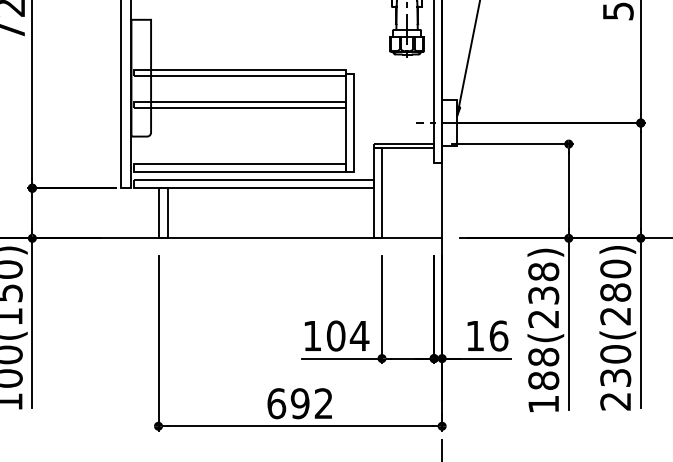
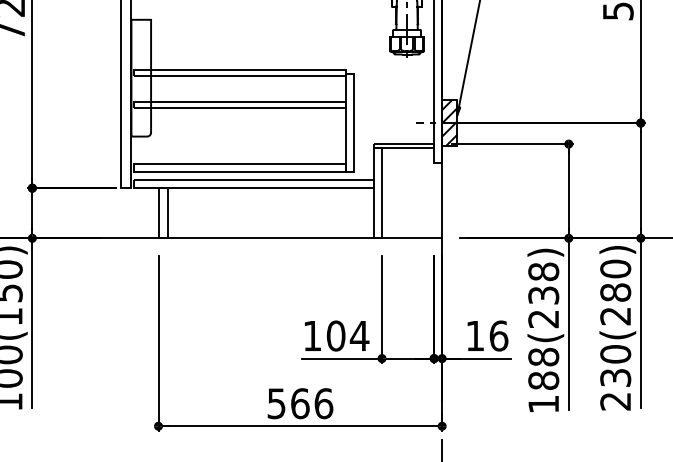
hatch at (449, 122): none -> present
text at (300, 403): 692 -> 566
